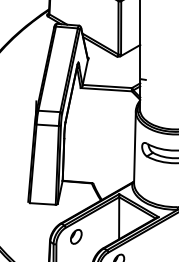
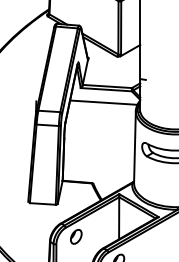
line at (103, 102): none -> present
